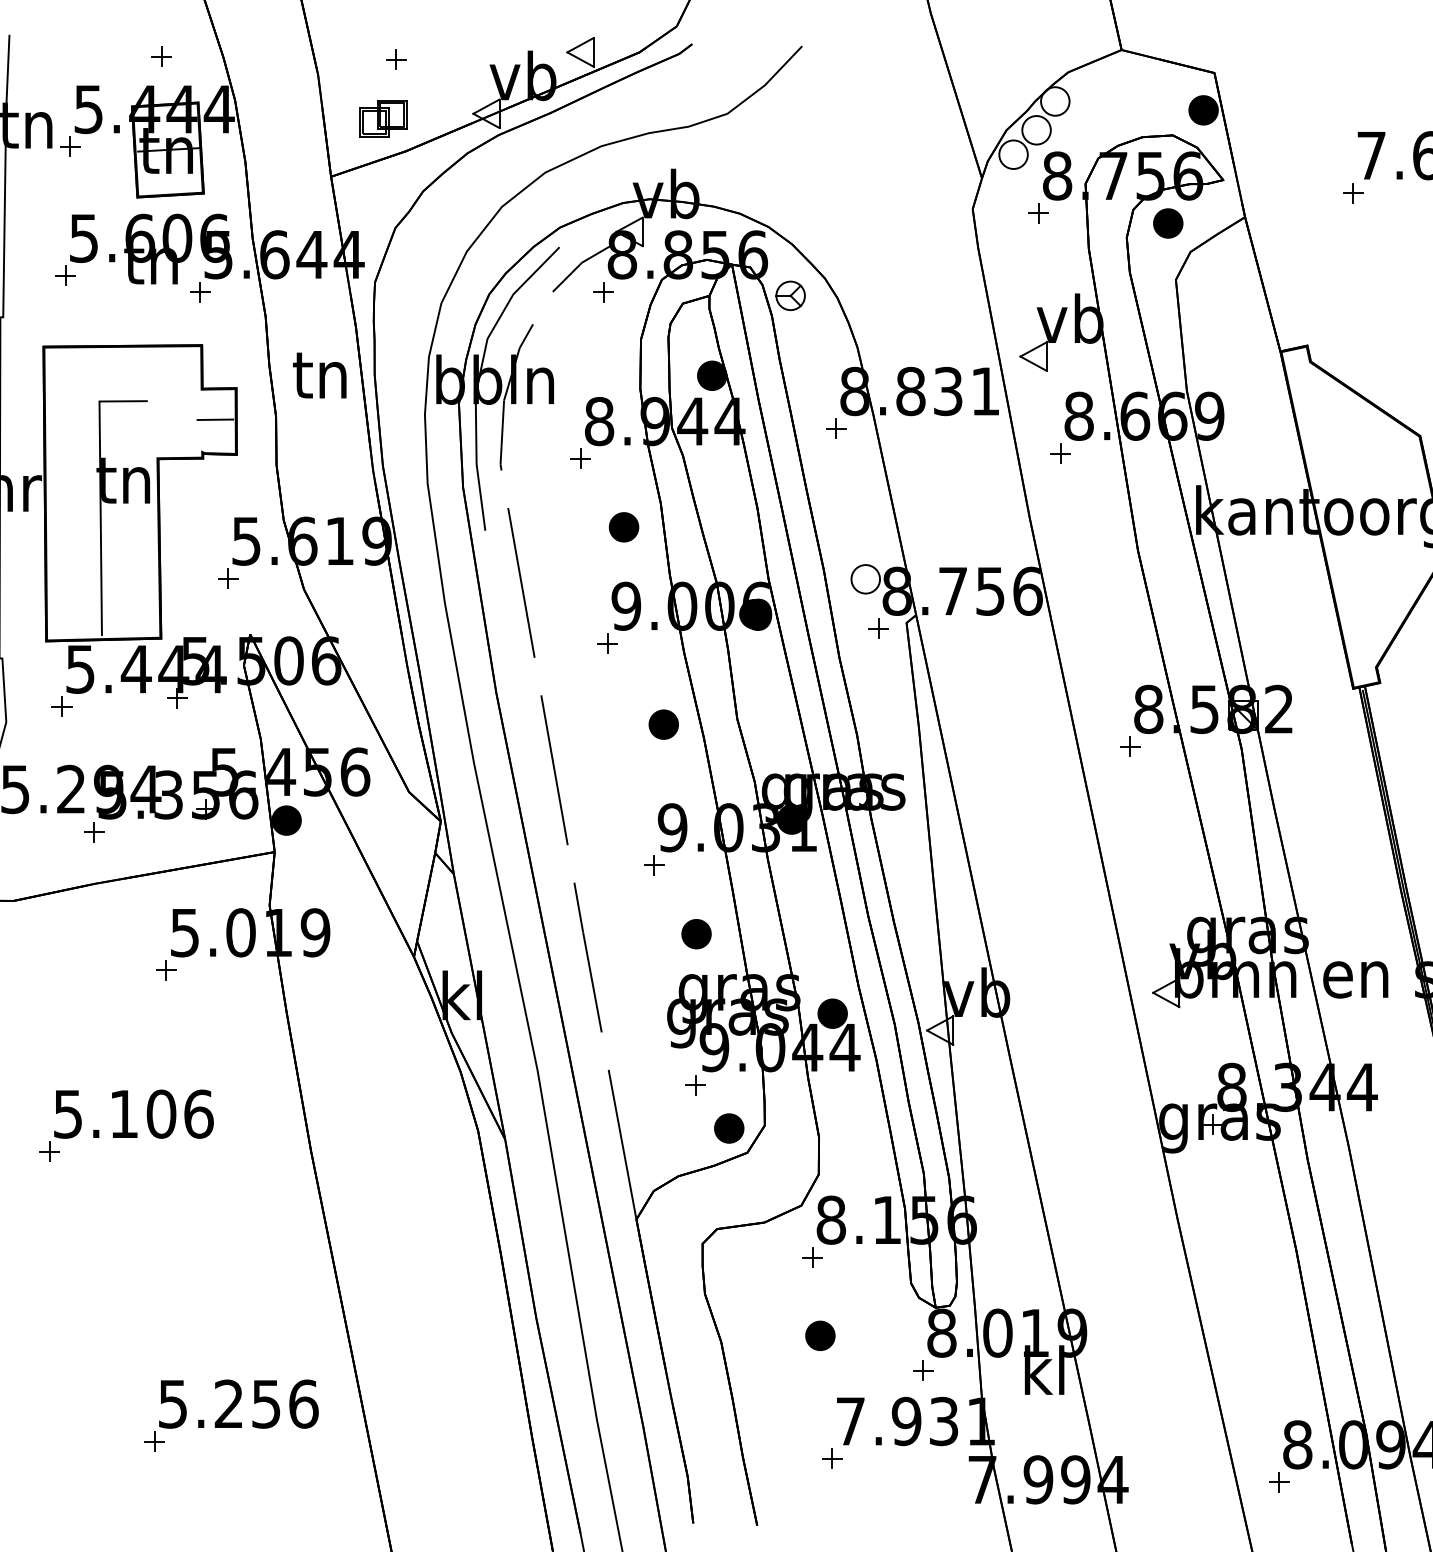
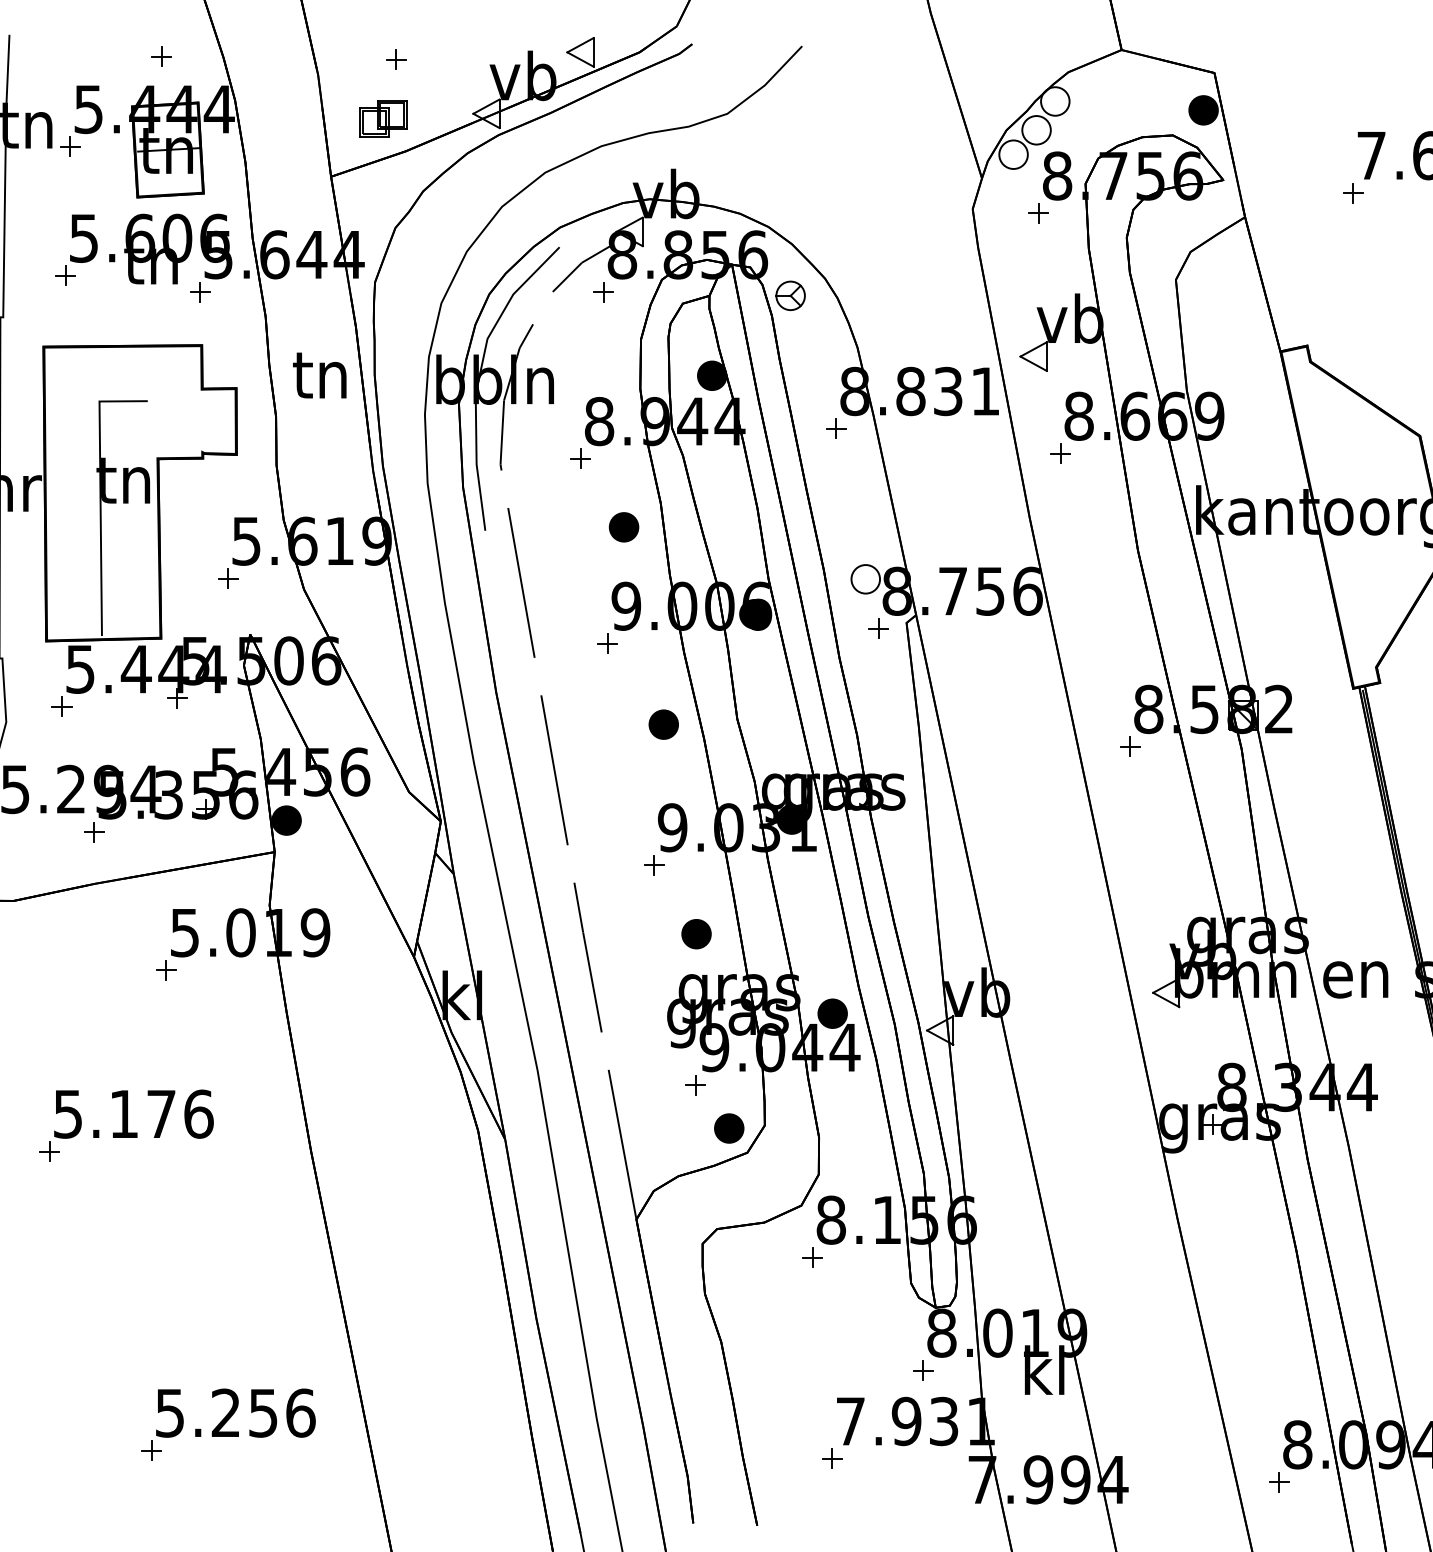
part at (1168, 223): present -> none
line at (215, 419): present -> none
text at (161, 1113): 5.106 -> 5.176
part at (820, 1335): present -> none
part at (231, 1415) position: (231, 1415) -> (228, 1424)
